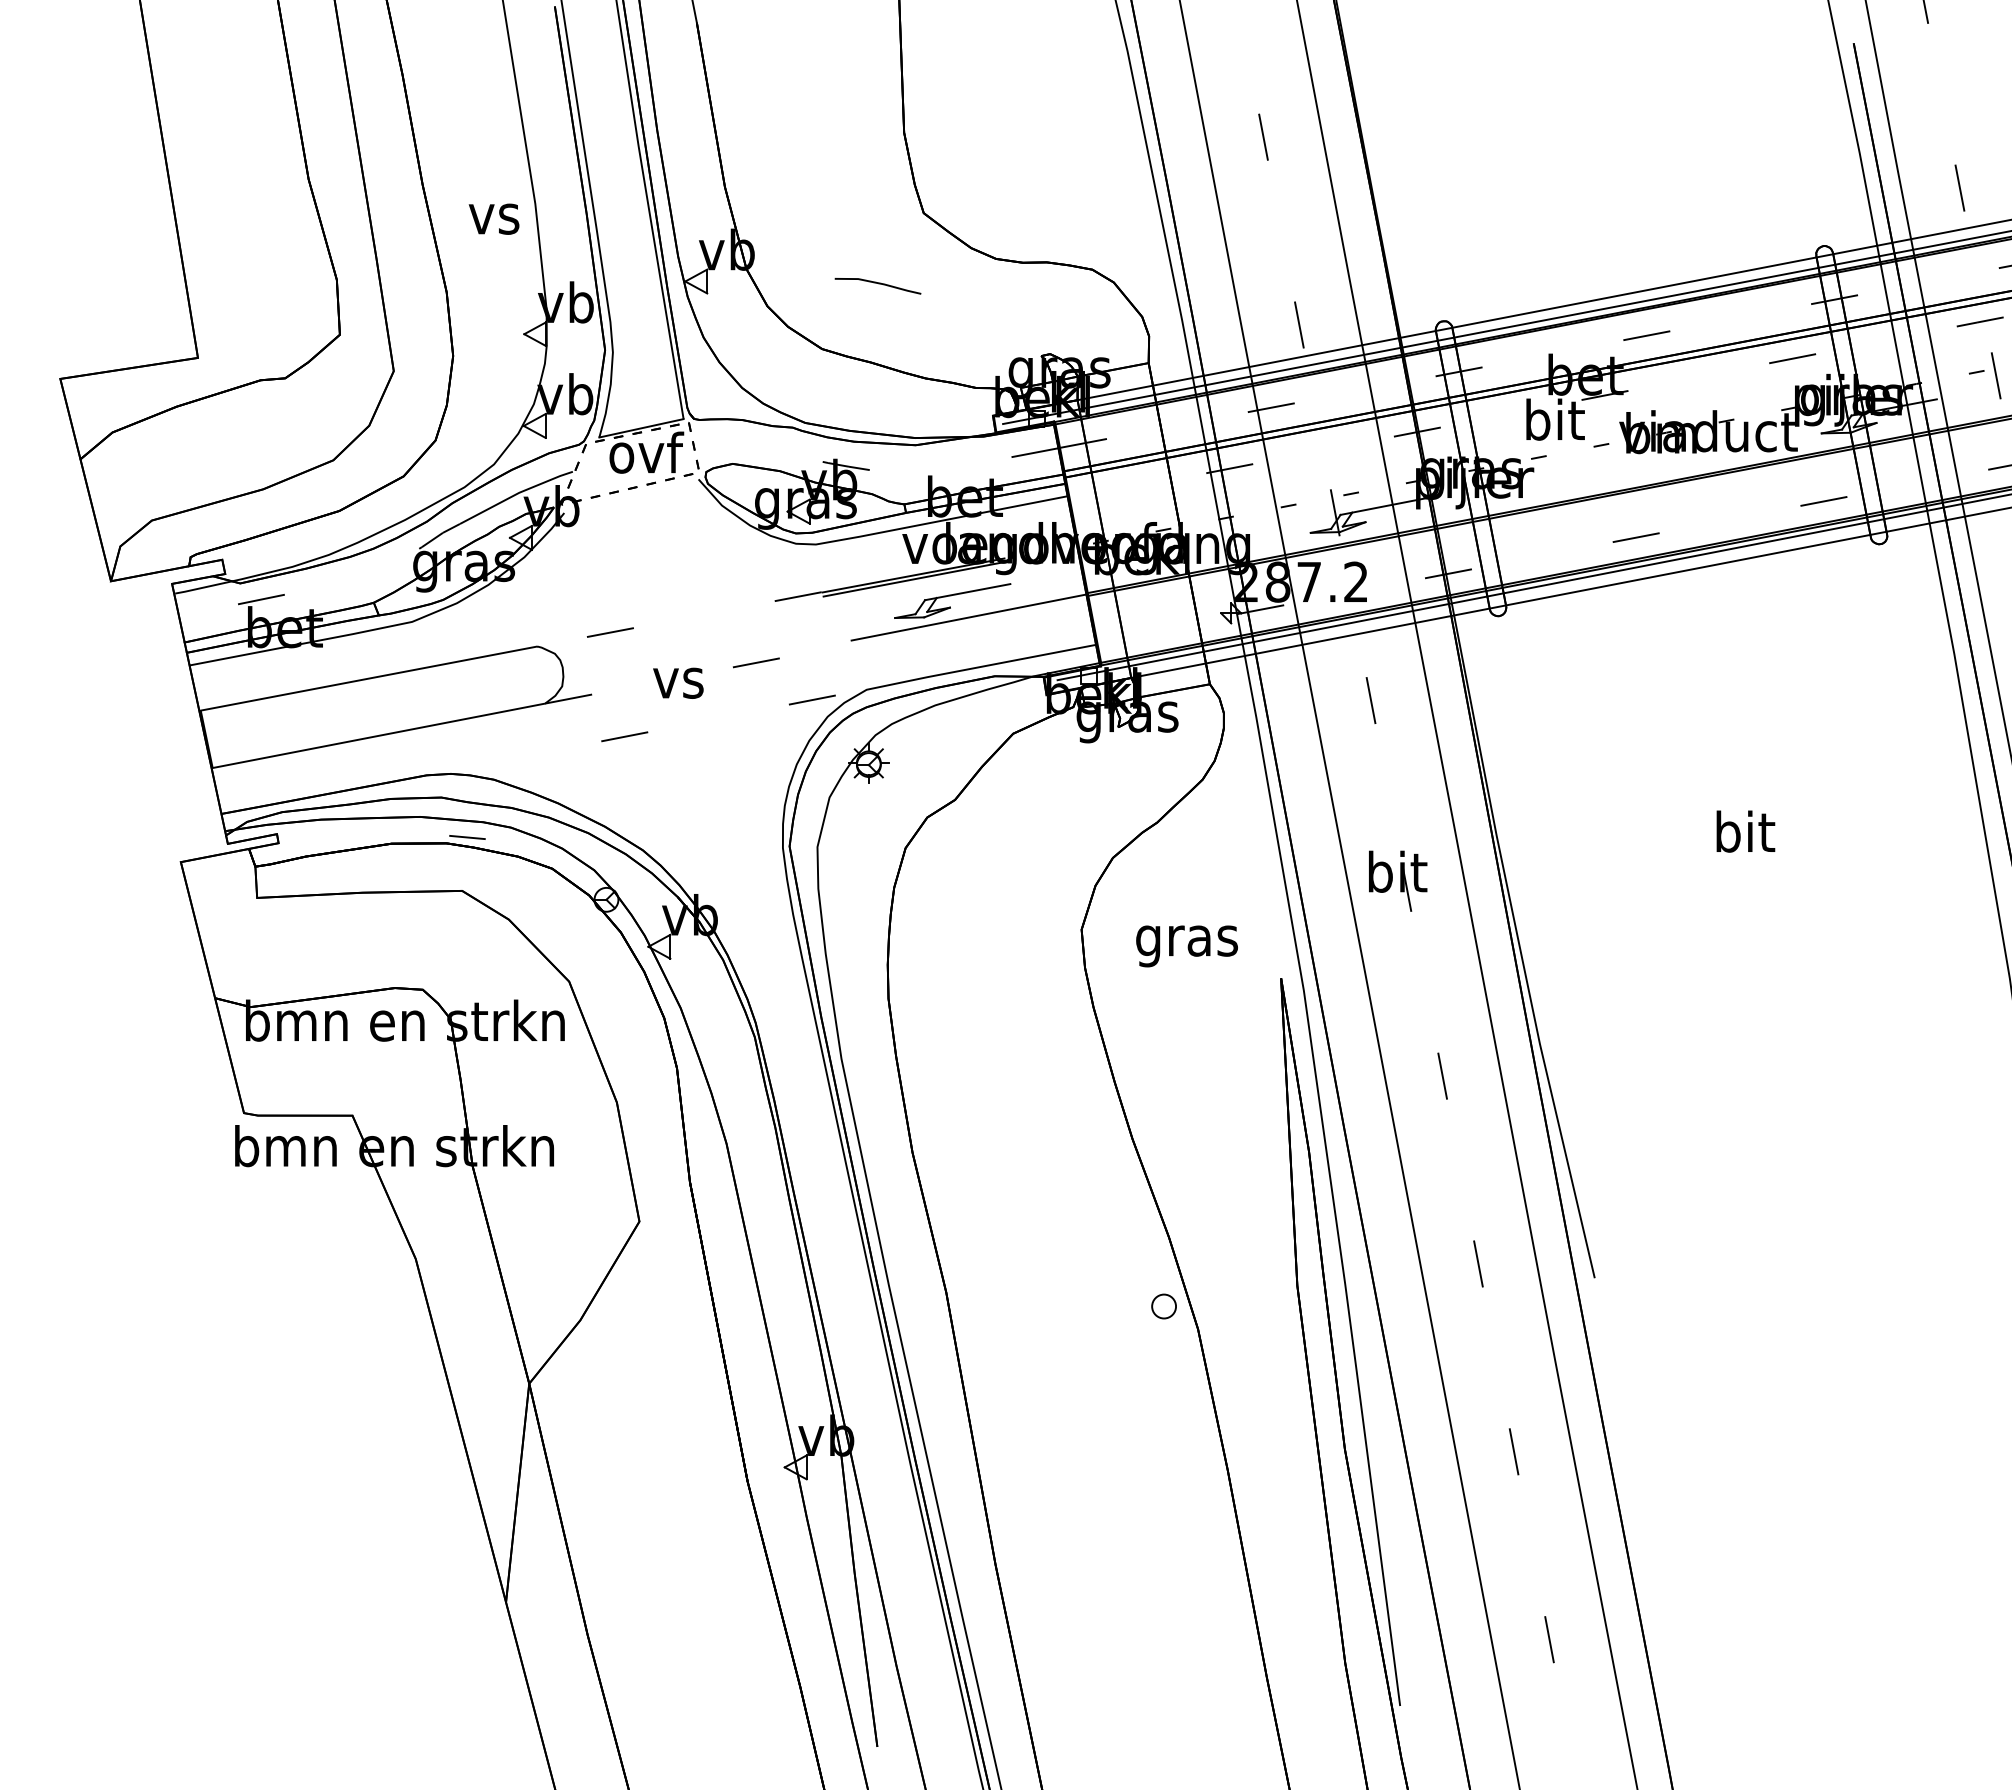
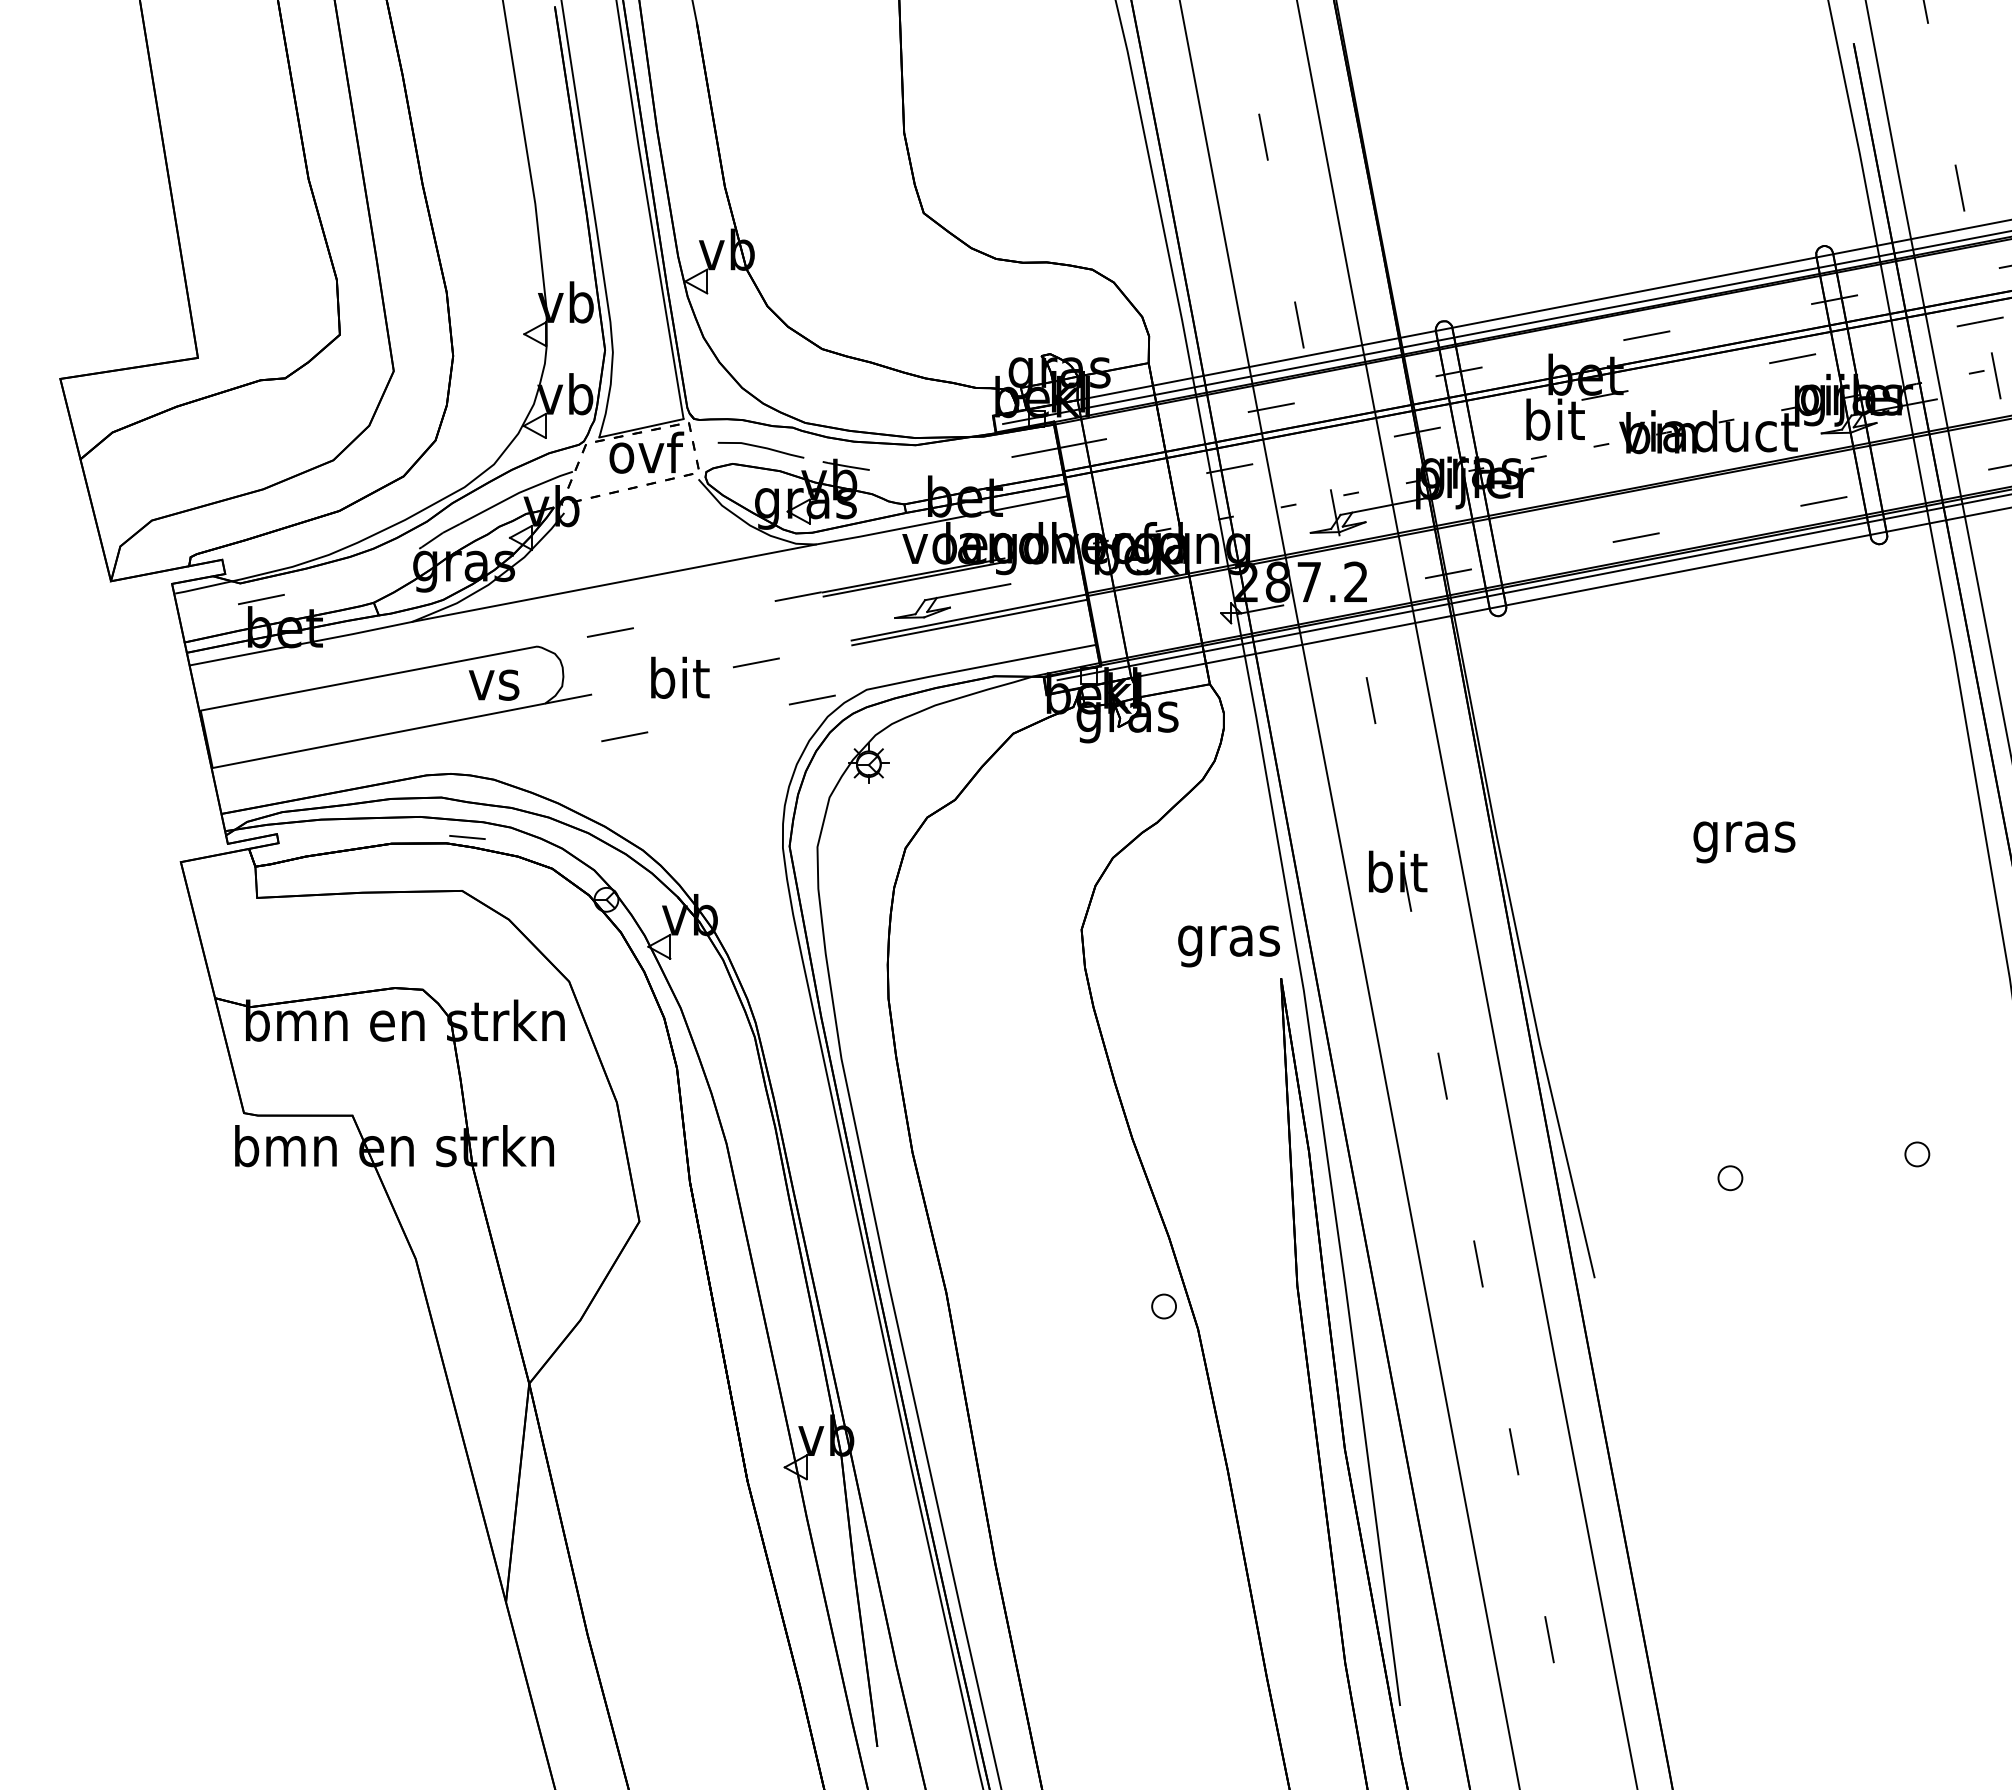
text at (493, 218) position: (493, 218) -> (493, 684)
line at (878, 284) position: (878, 284) -> (761, 448)
line at (613, 582): none -> present
line at (969, 622): none -> present
text at (680, 677): vs -> bit
text at (1744, 836): bit -> gras
text at (1186, 946) position: (1186, 946) -> (1228, 946)
part at (1917, 1154): none -> present
part at (1730, 1178): none -> present
